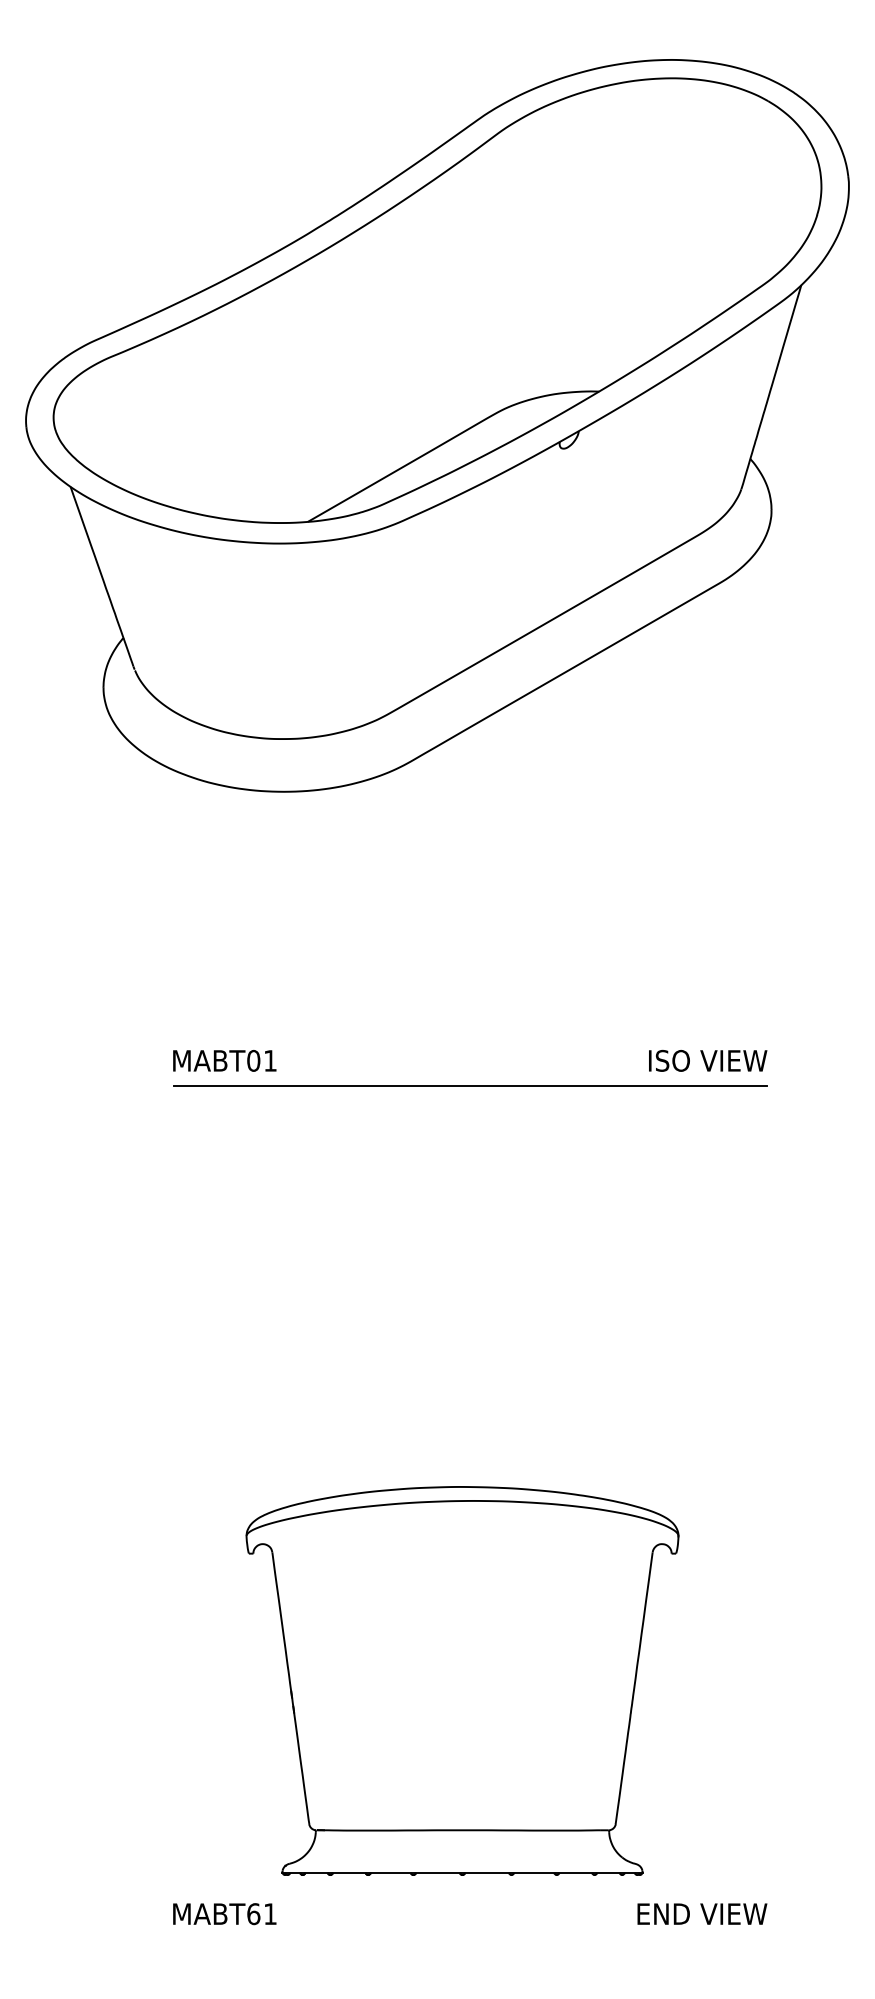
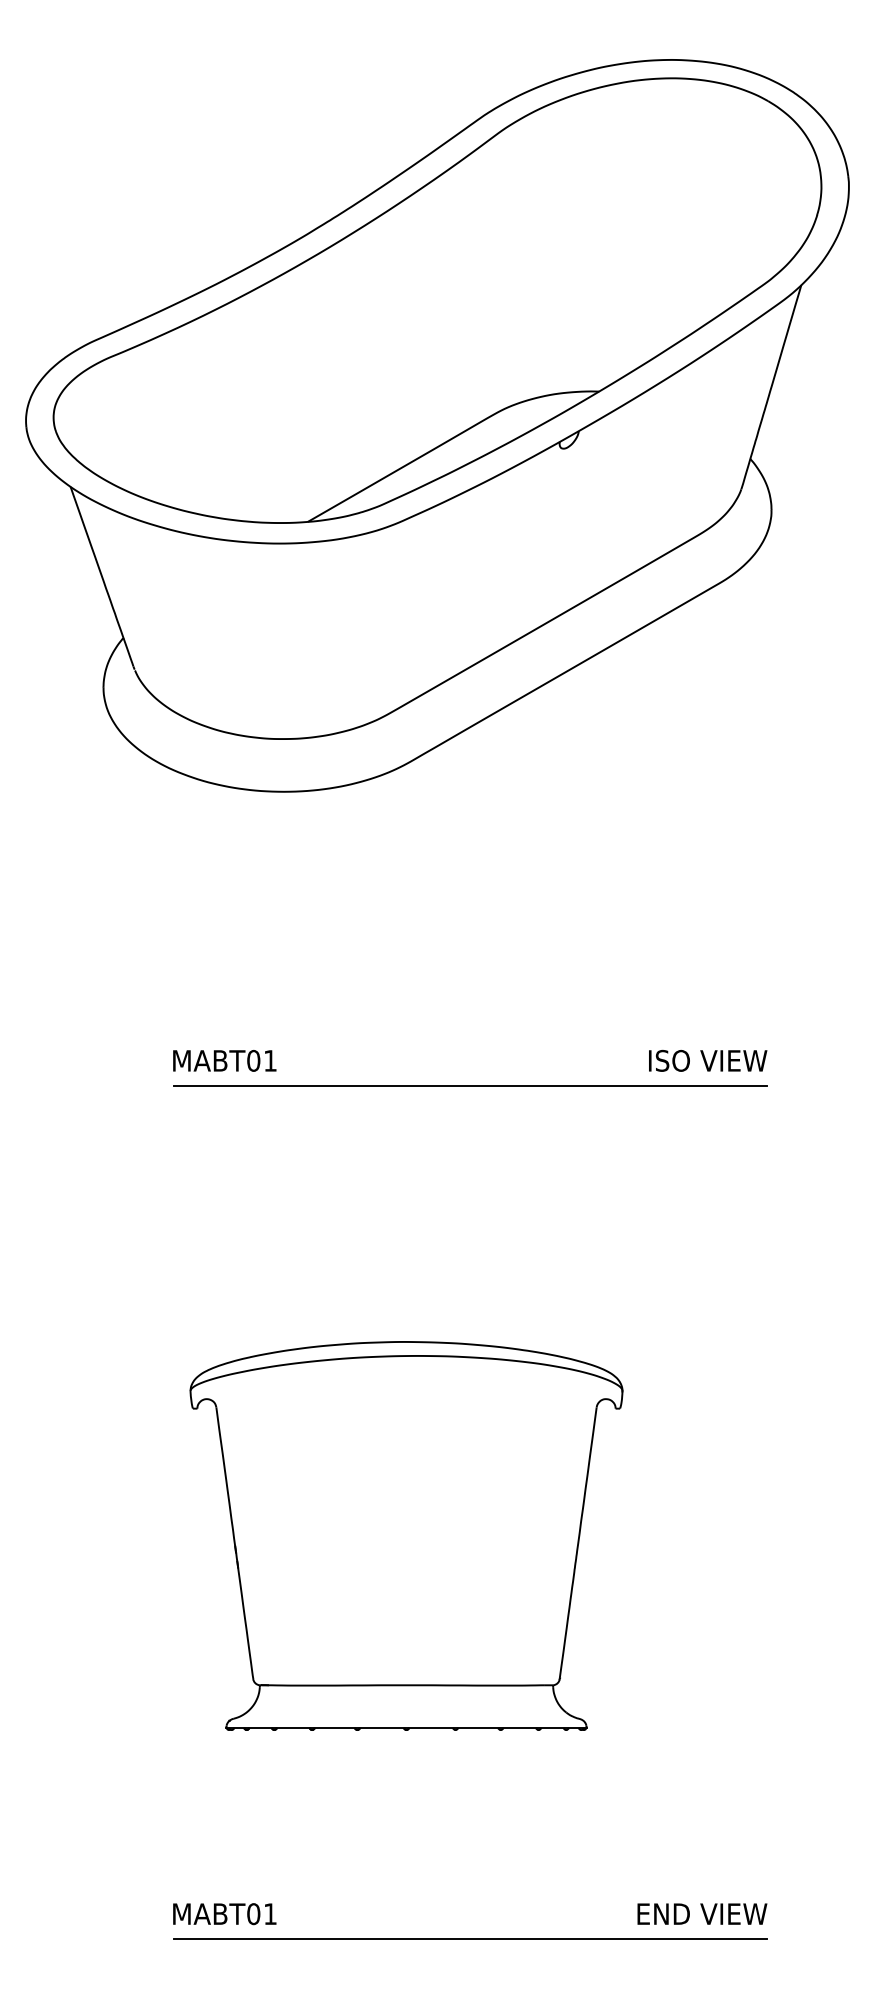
part at (462, 1680) position: (462, 1680) -> (406, 1535)
text at (253, 1913): MABT61 -> MABT01
line at (469, 1939): none -> present
